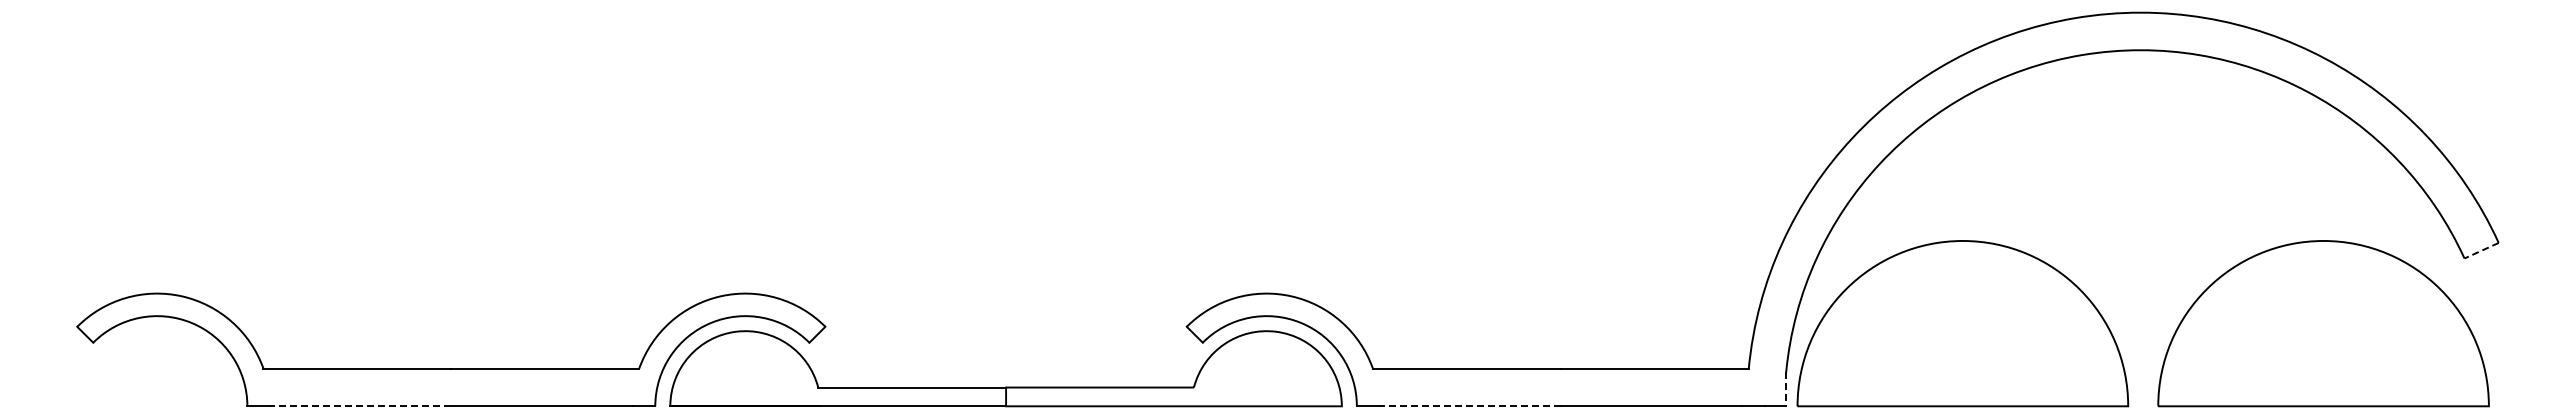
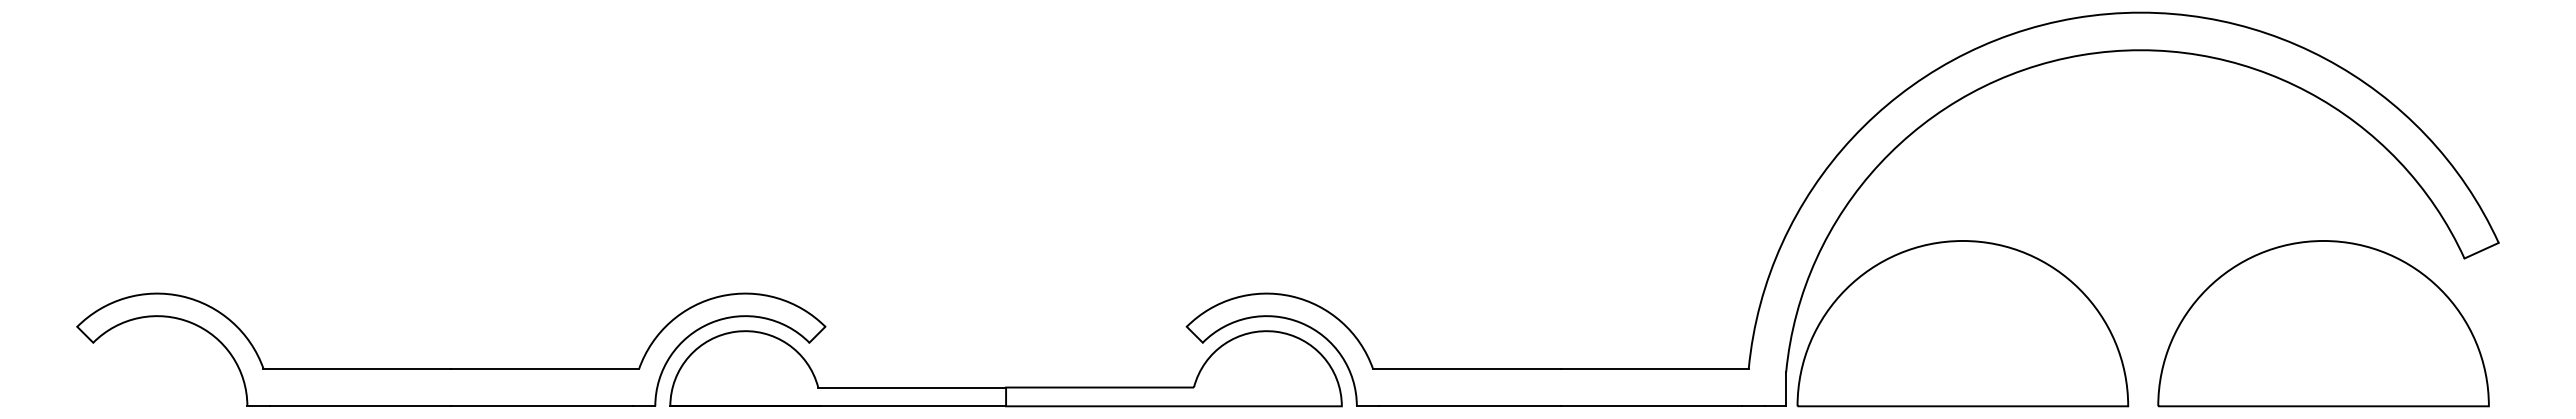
line at (2481, 250): dashed -> solid
line at (1786, 389): dashed -> solid
line at (360, 406): dashed -> solid
line at (1470, 406): dashed -> solid
